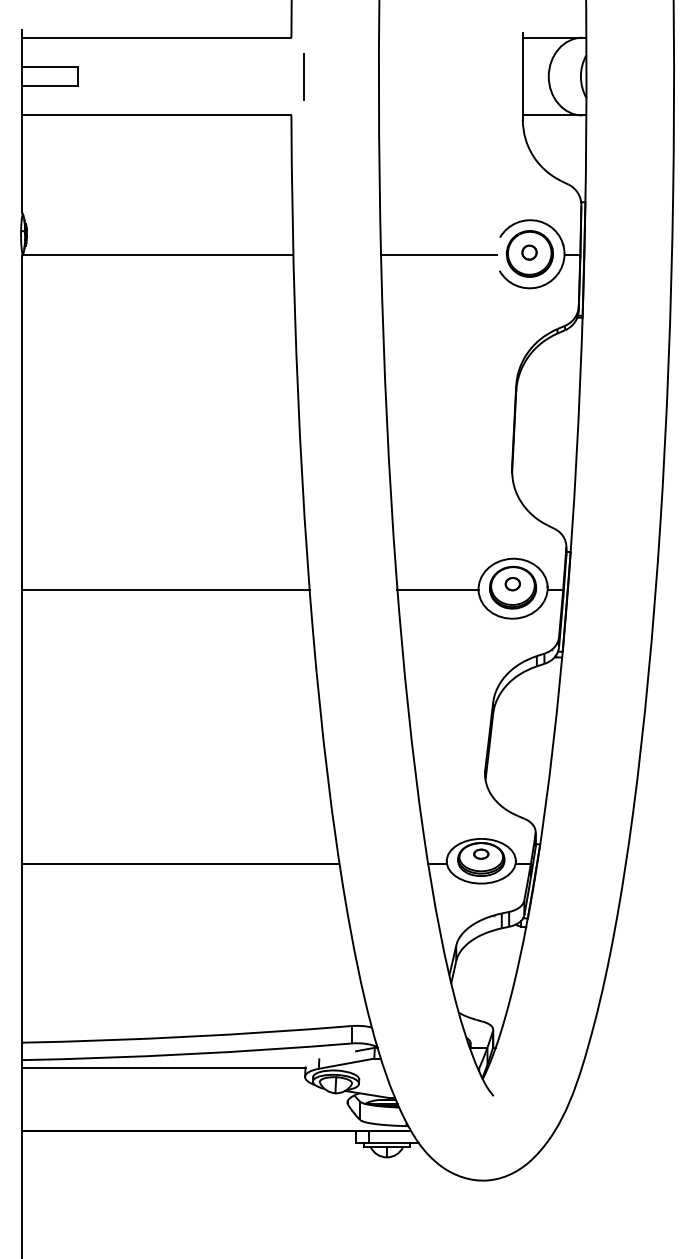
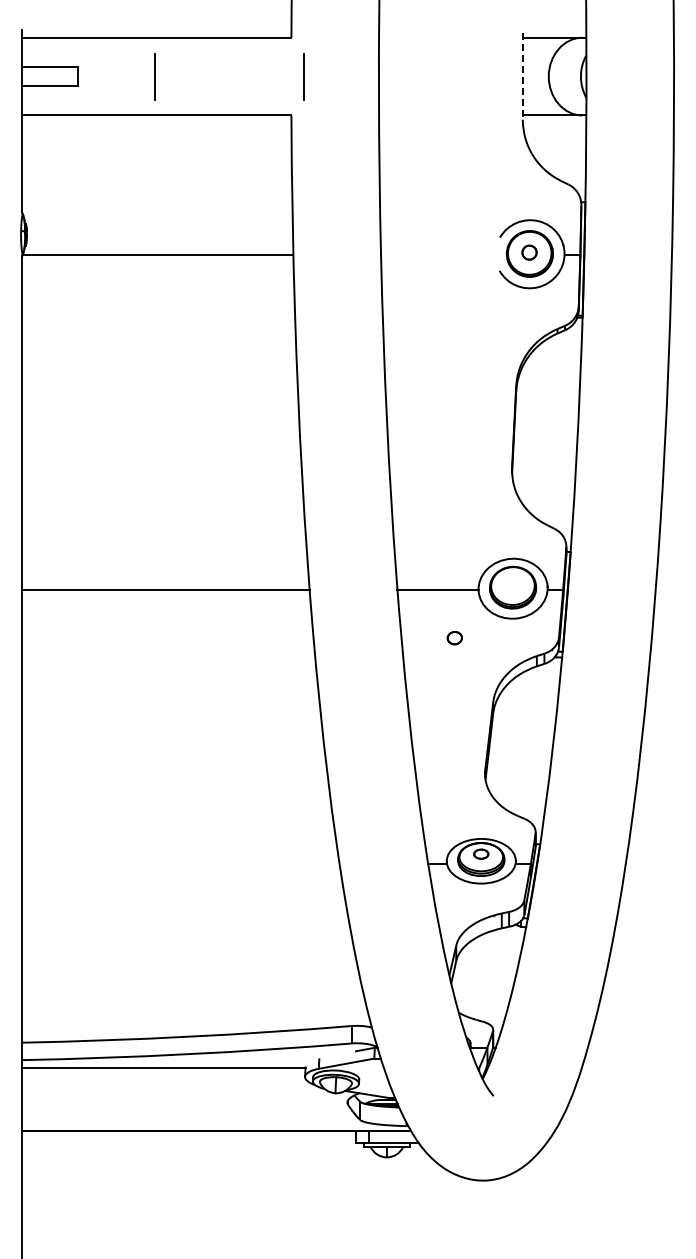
line at (154, 76): none -> present
line at (522, 77): solid -> dashed
line at (439, 254): present -> none
part at (512, 584) position: (512, 584) -> (454, 638)
line at (180, 863): present -> none
